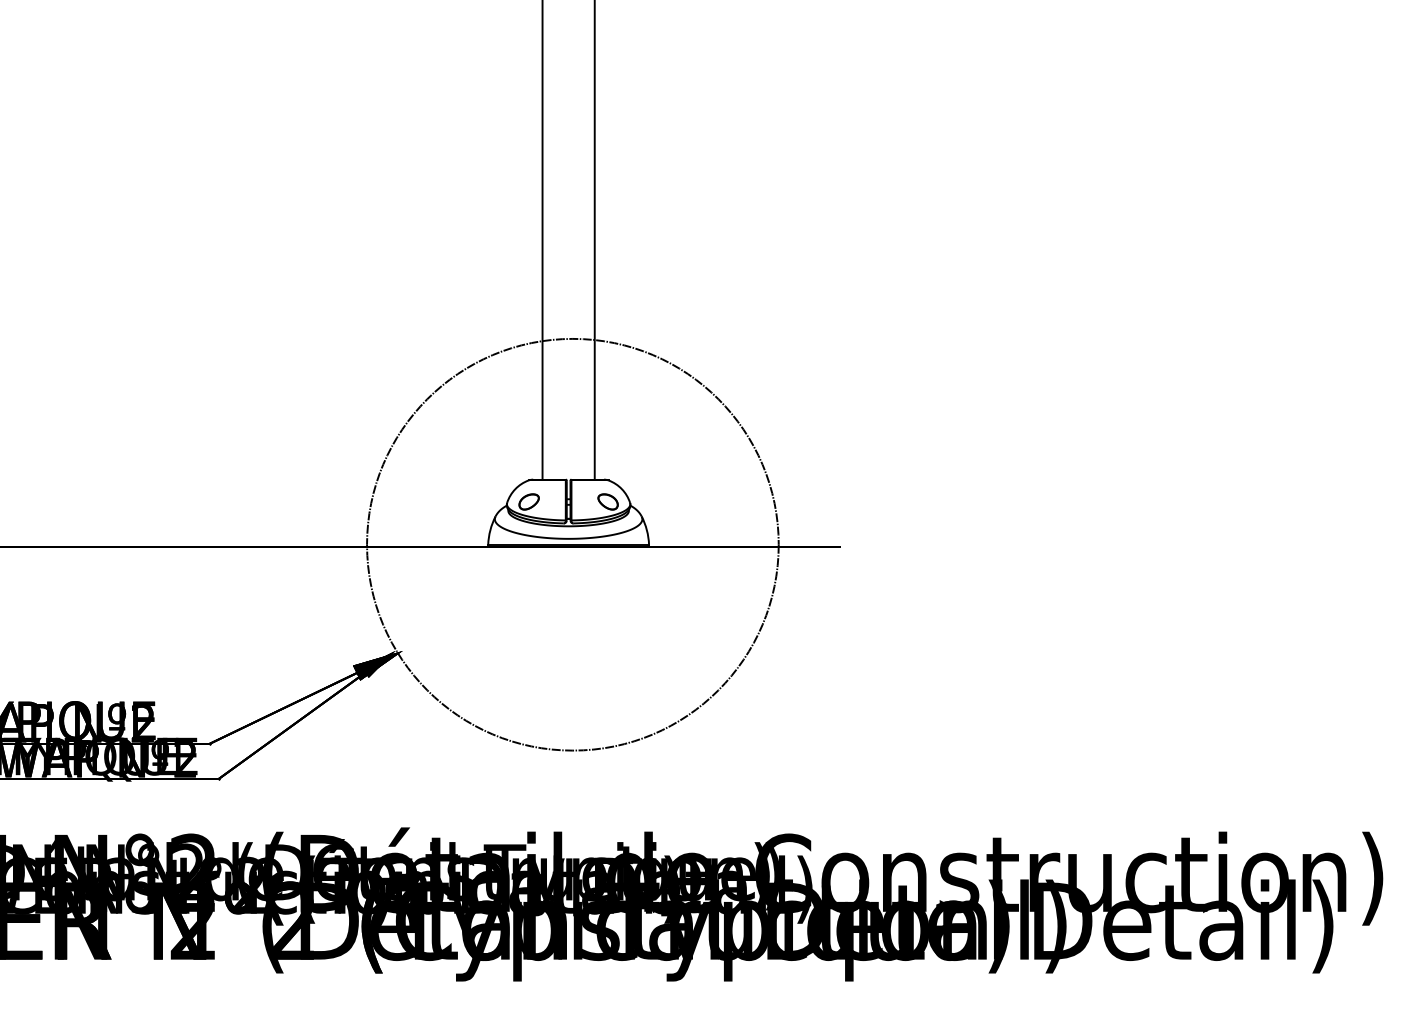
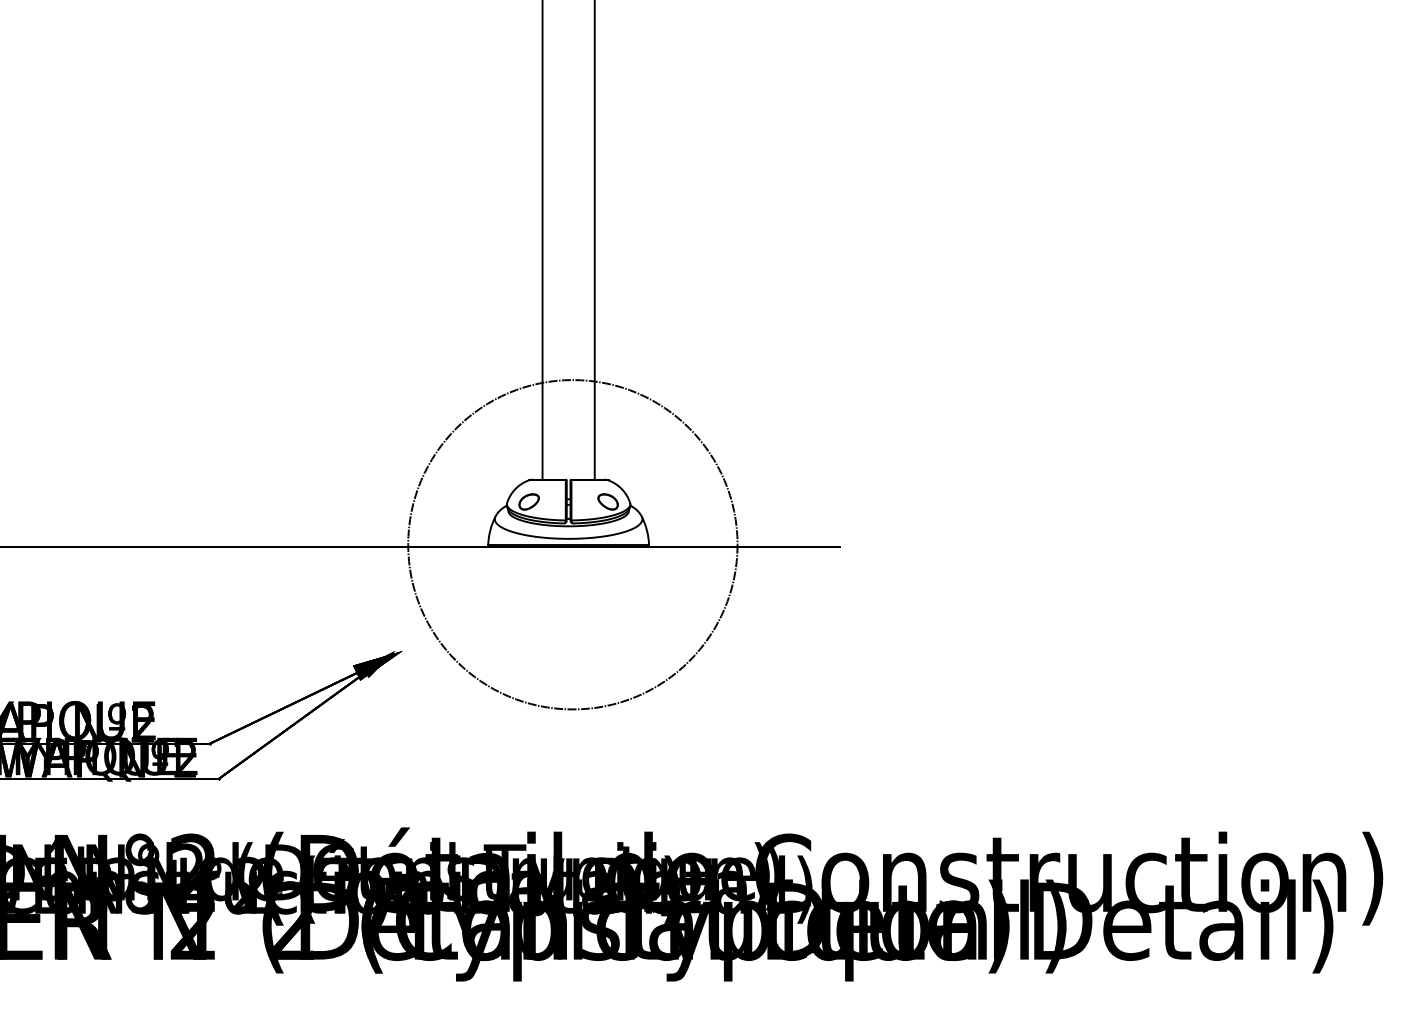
circle at (572, 544) diameter: 412 px -> 329 px
